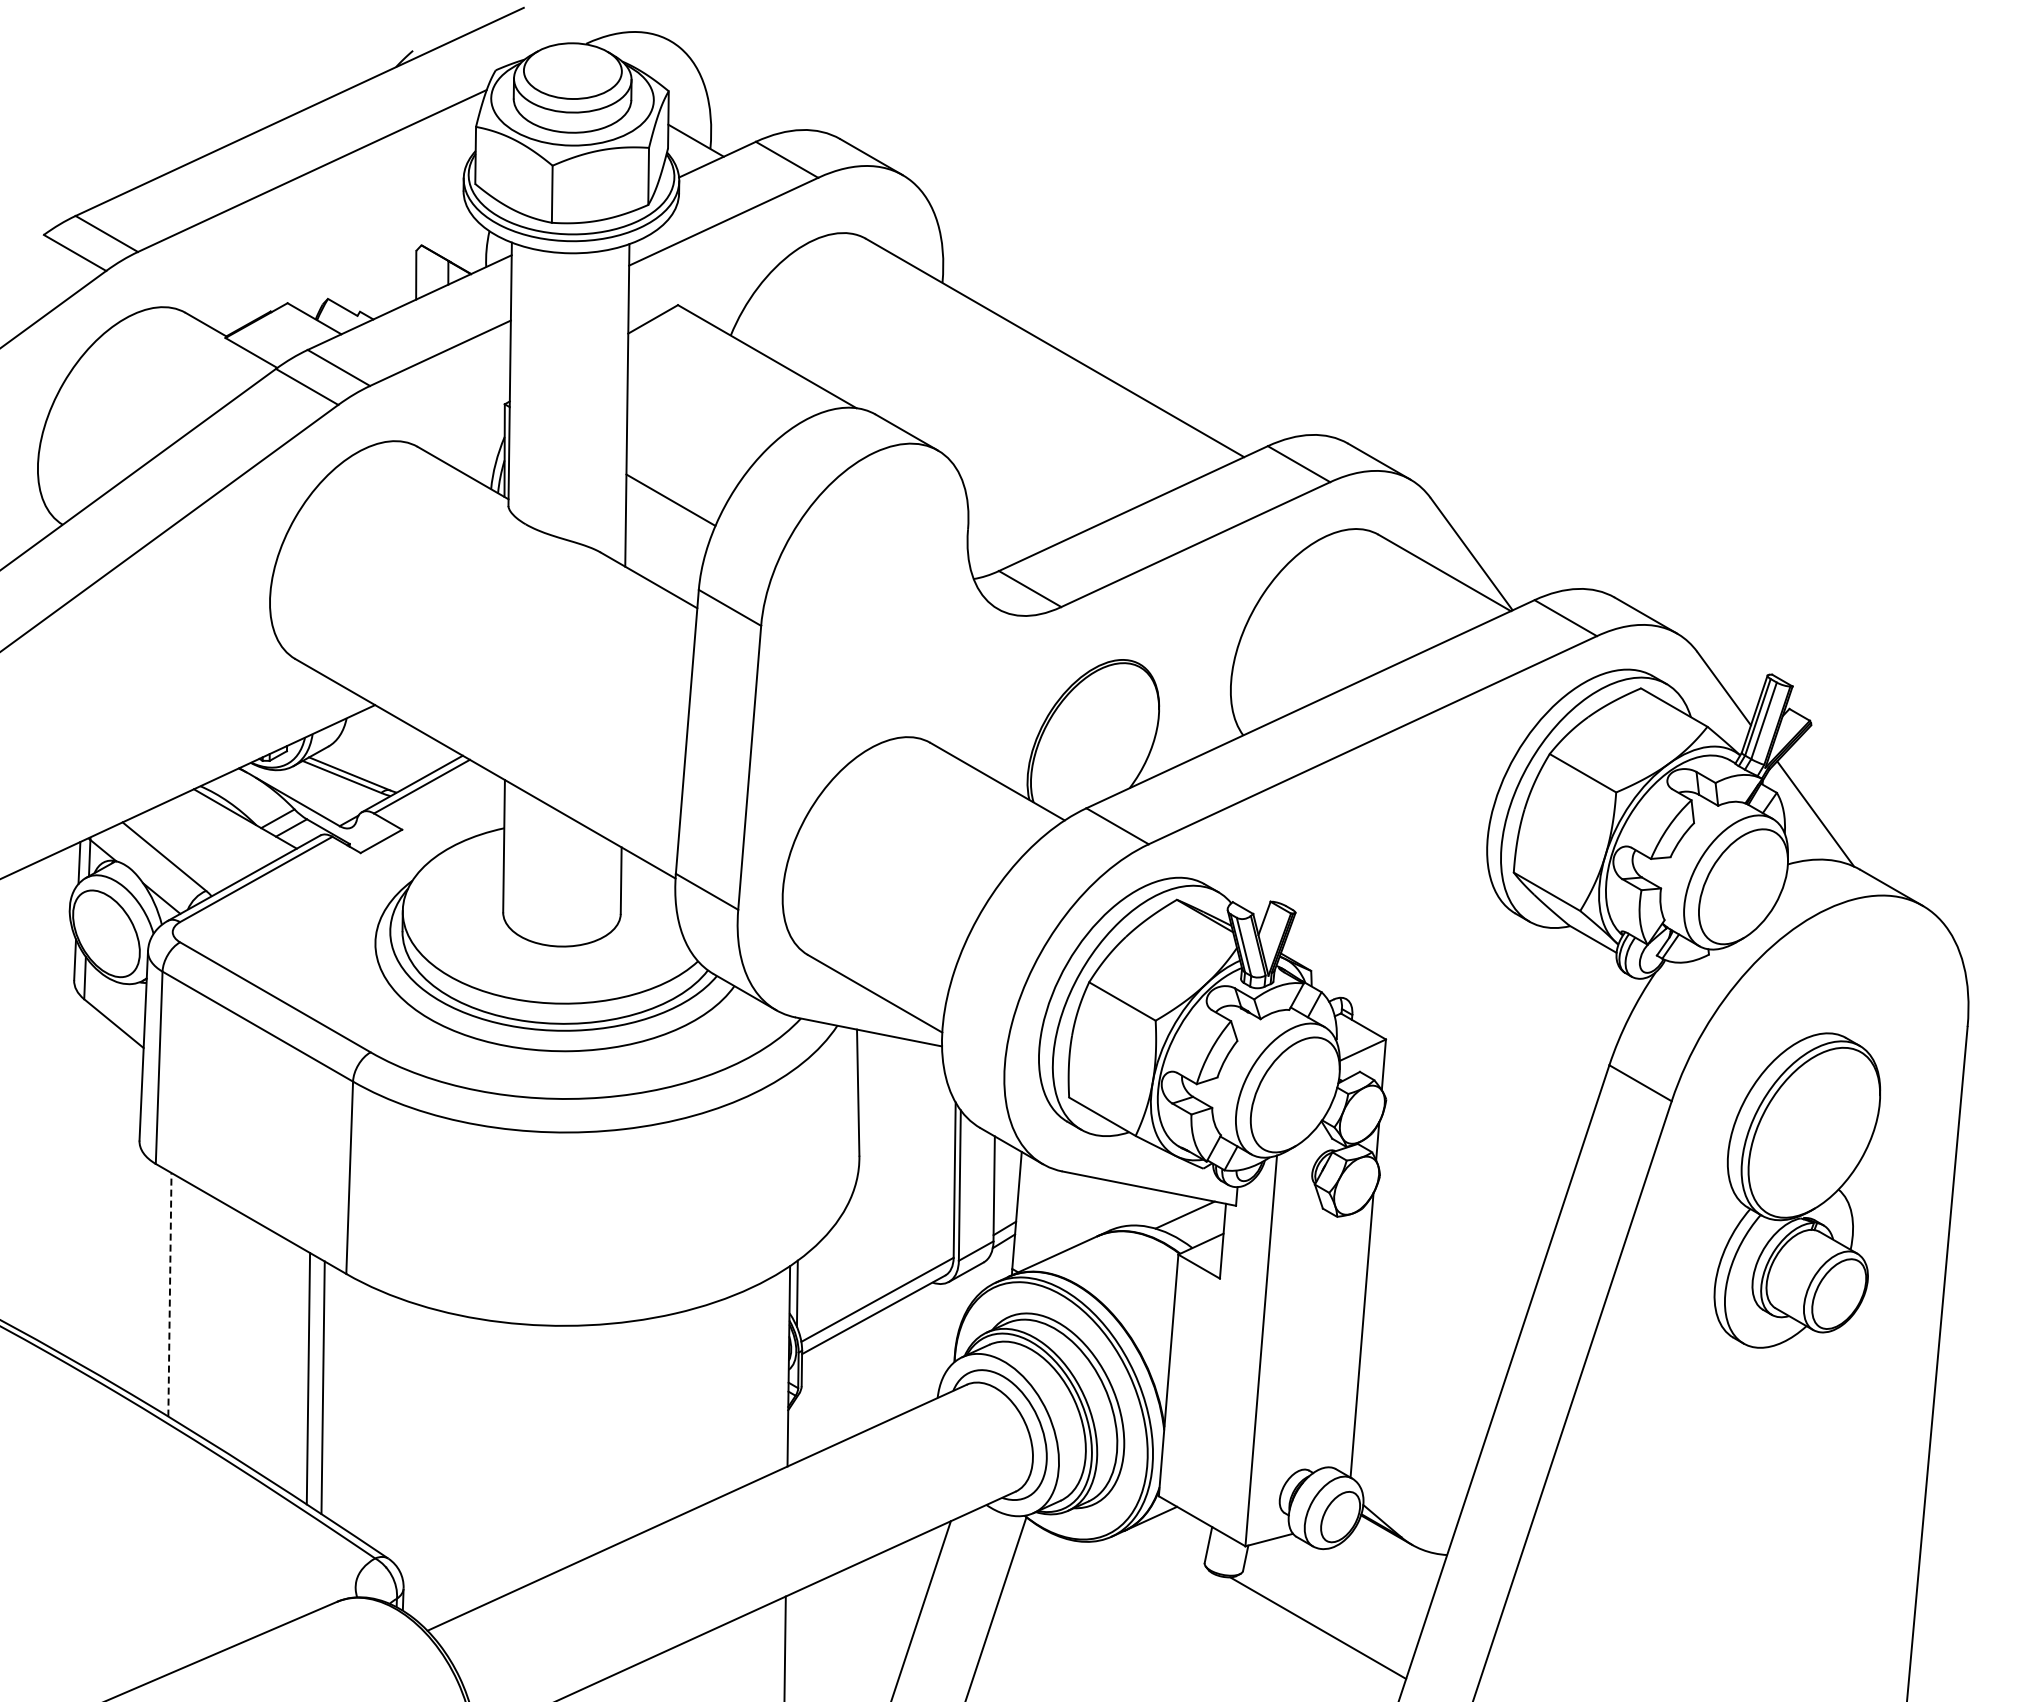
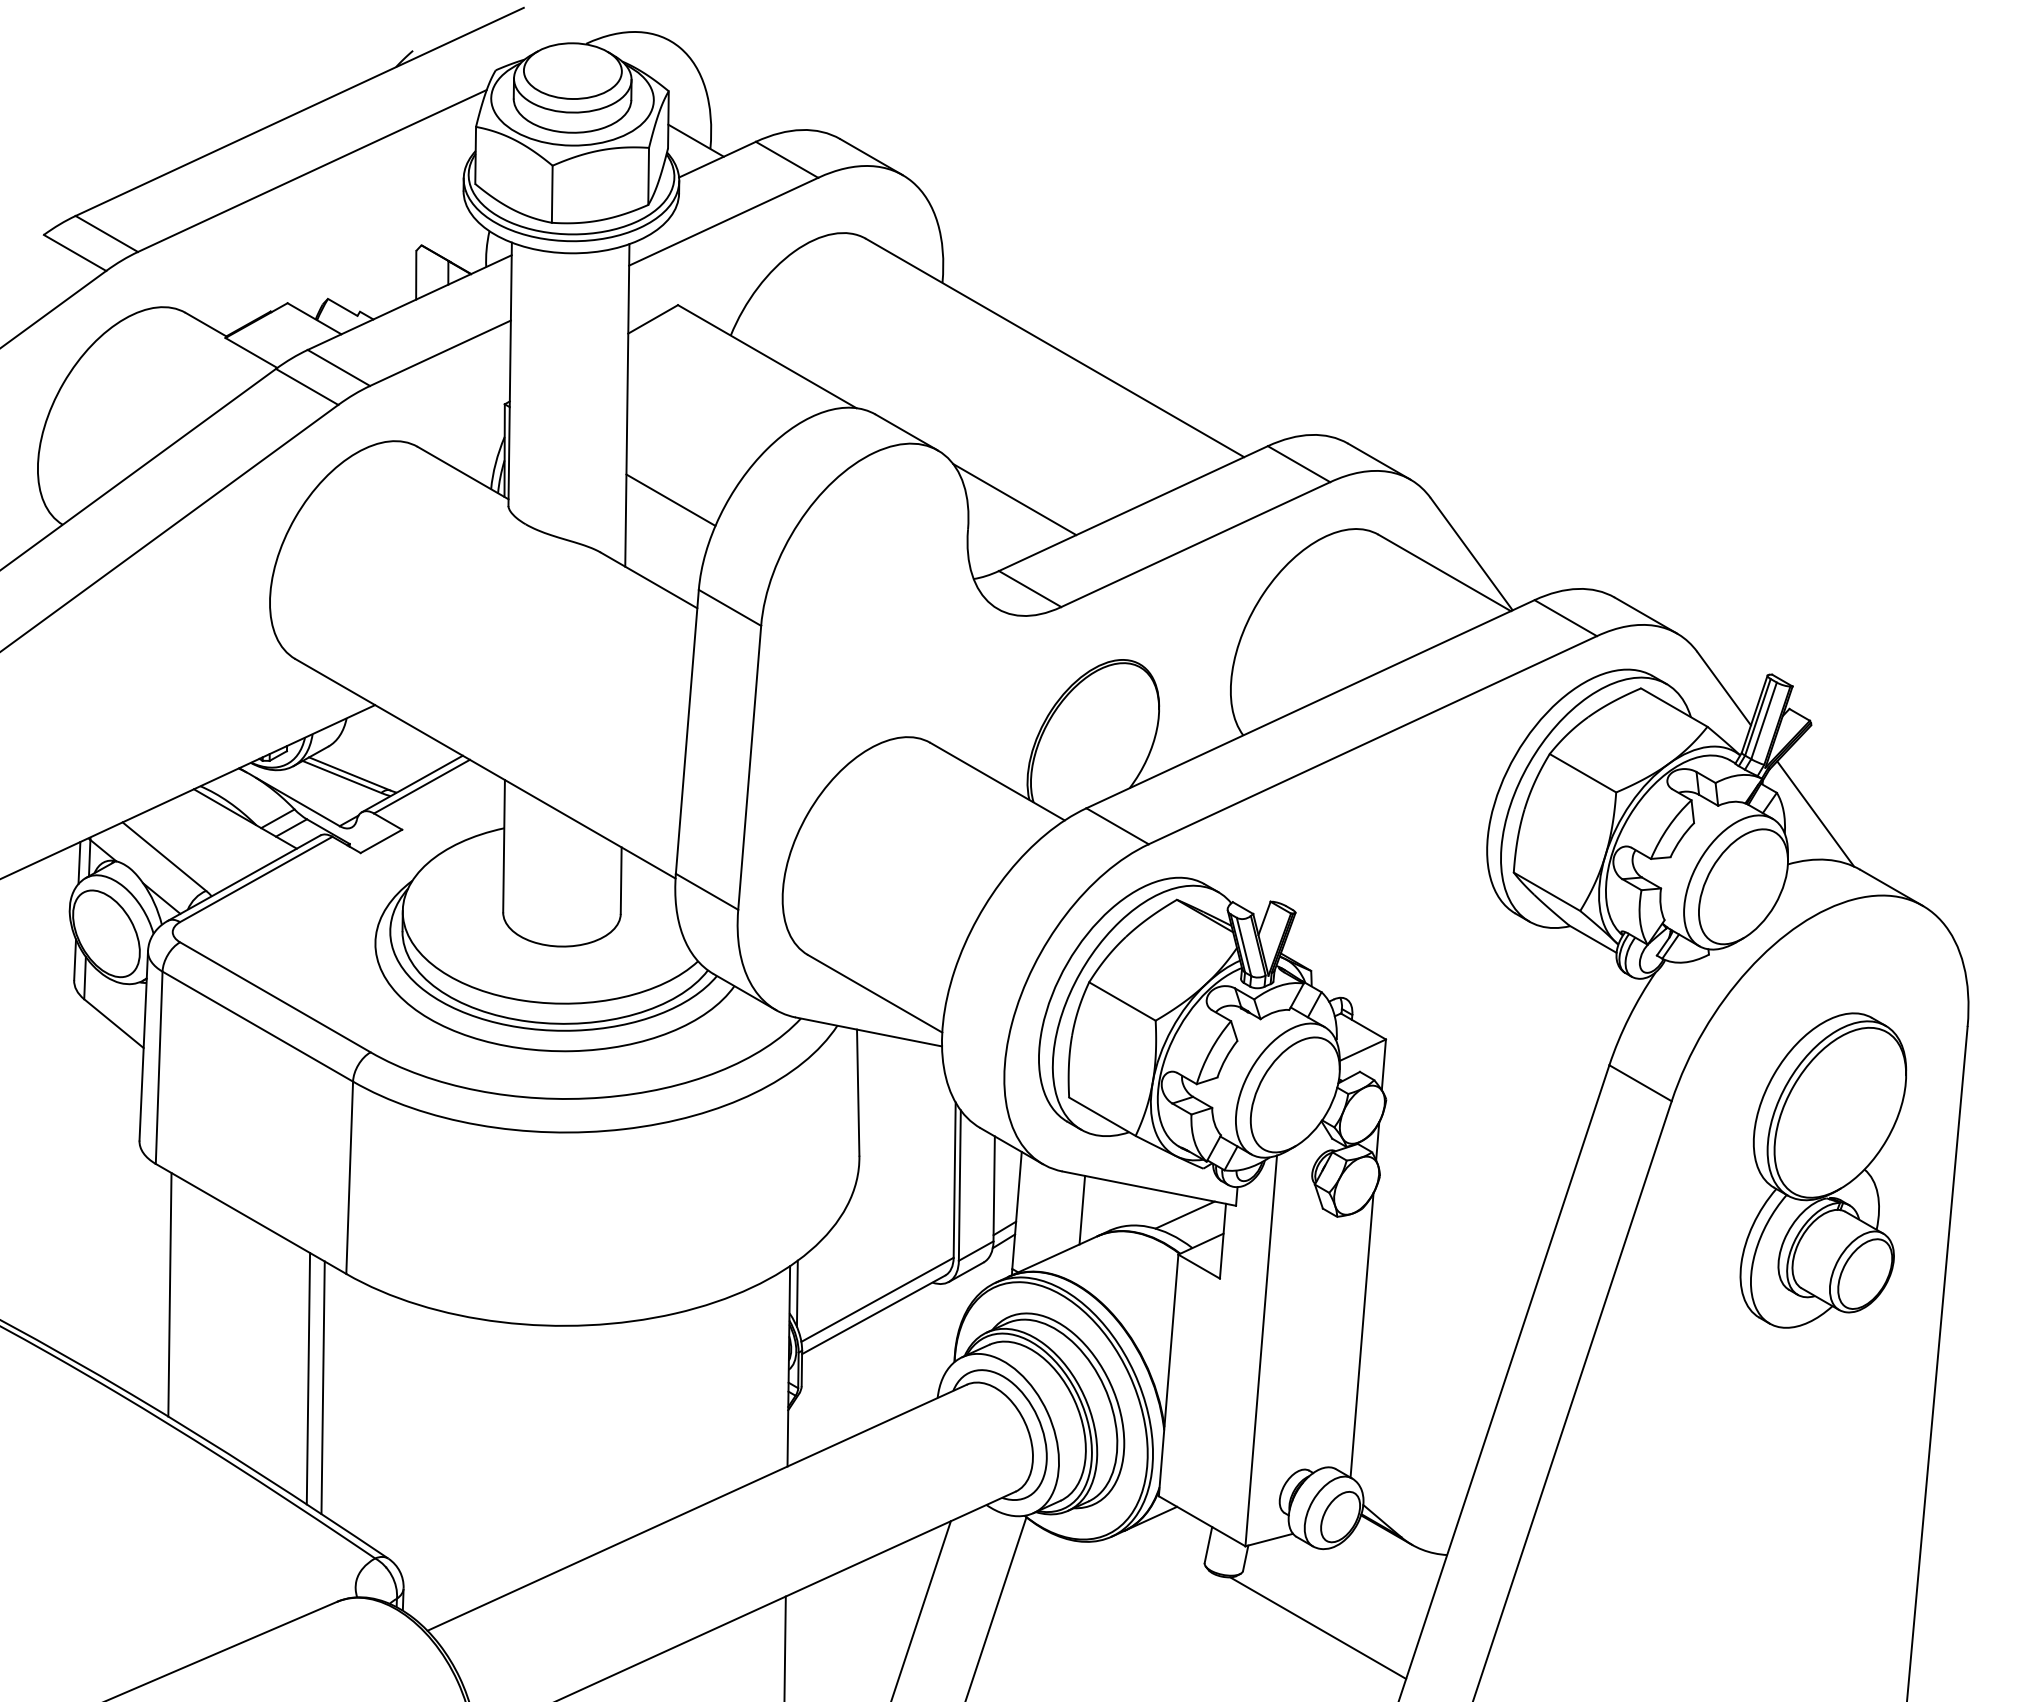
line at (1014, 499): none -> present
part at (1797, 1190) position: (1797, 1190) -> (1823, 1170)
line at (1082, 1209): none -> present
line at (169, 1294): dashed -> solid
